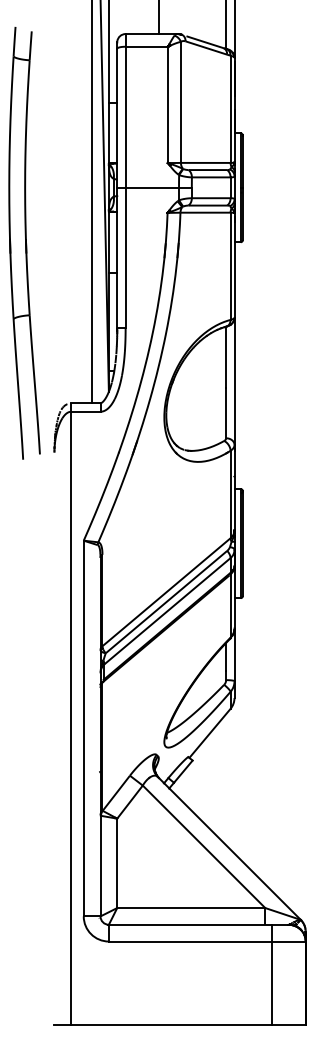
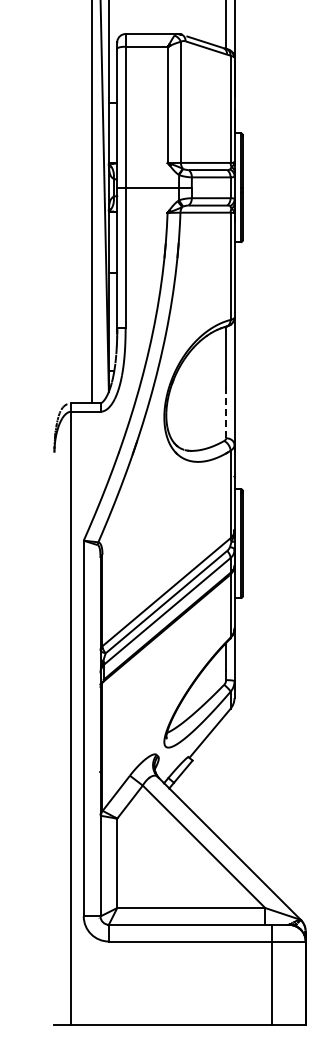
line at (159, 18): present -> none
part at (24, 243): present -> none
line at (226, 412): solid -> dashed
